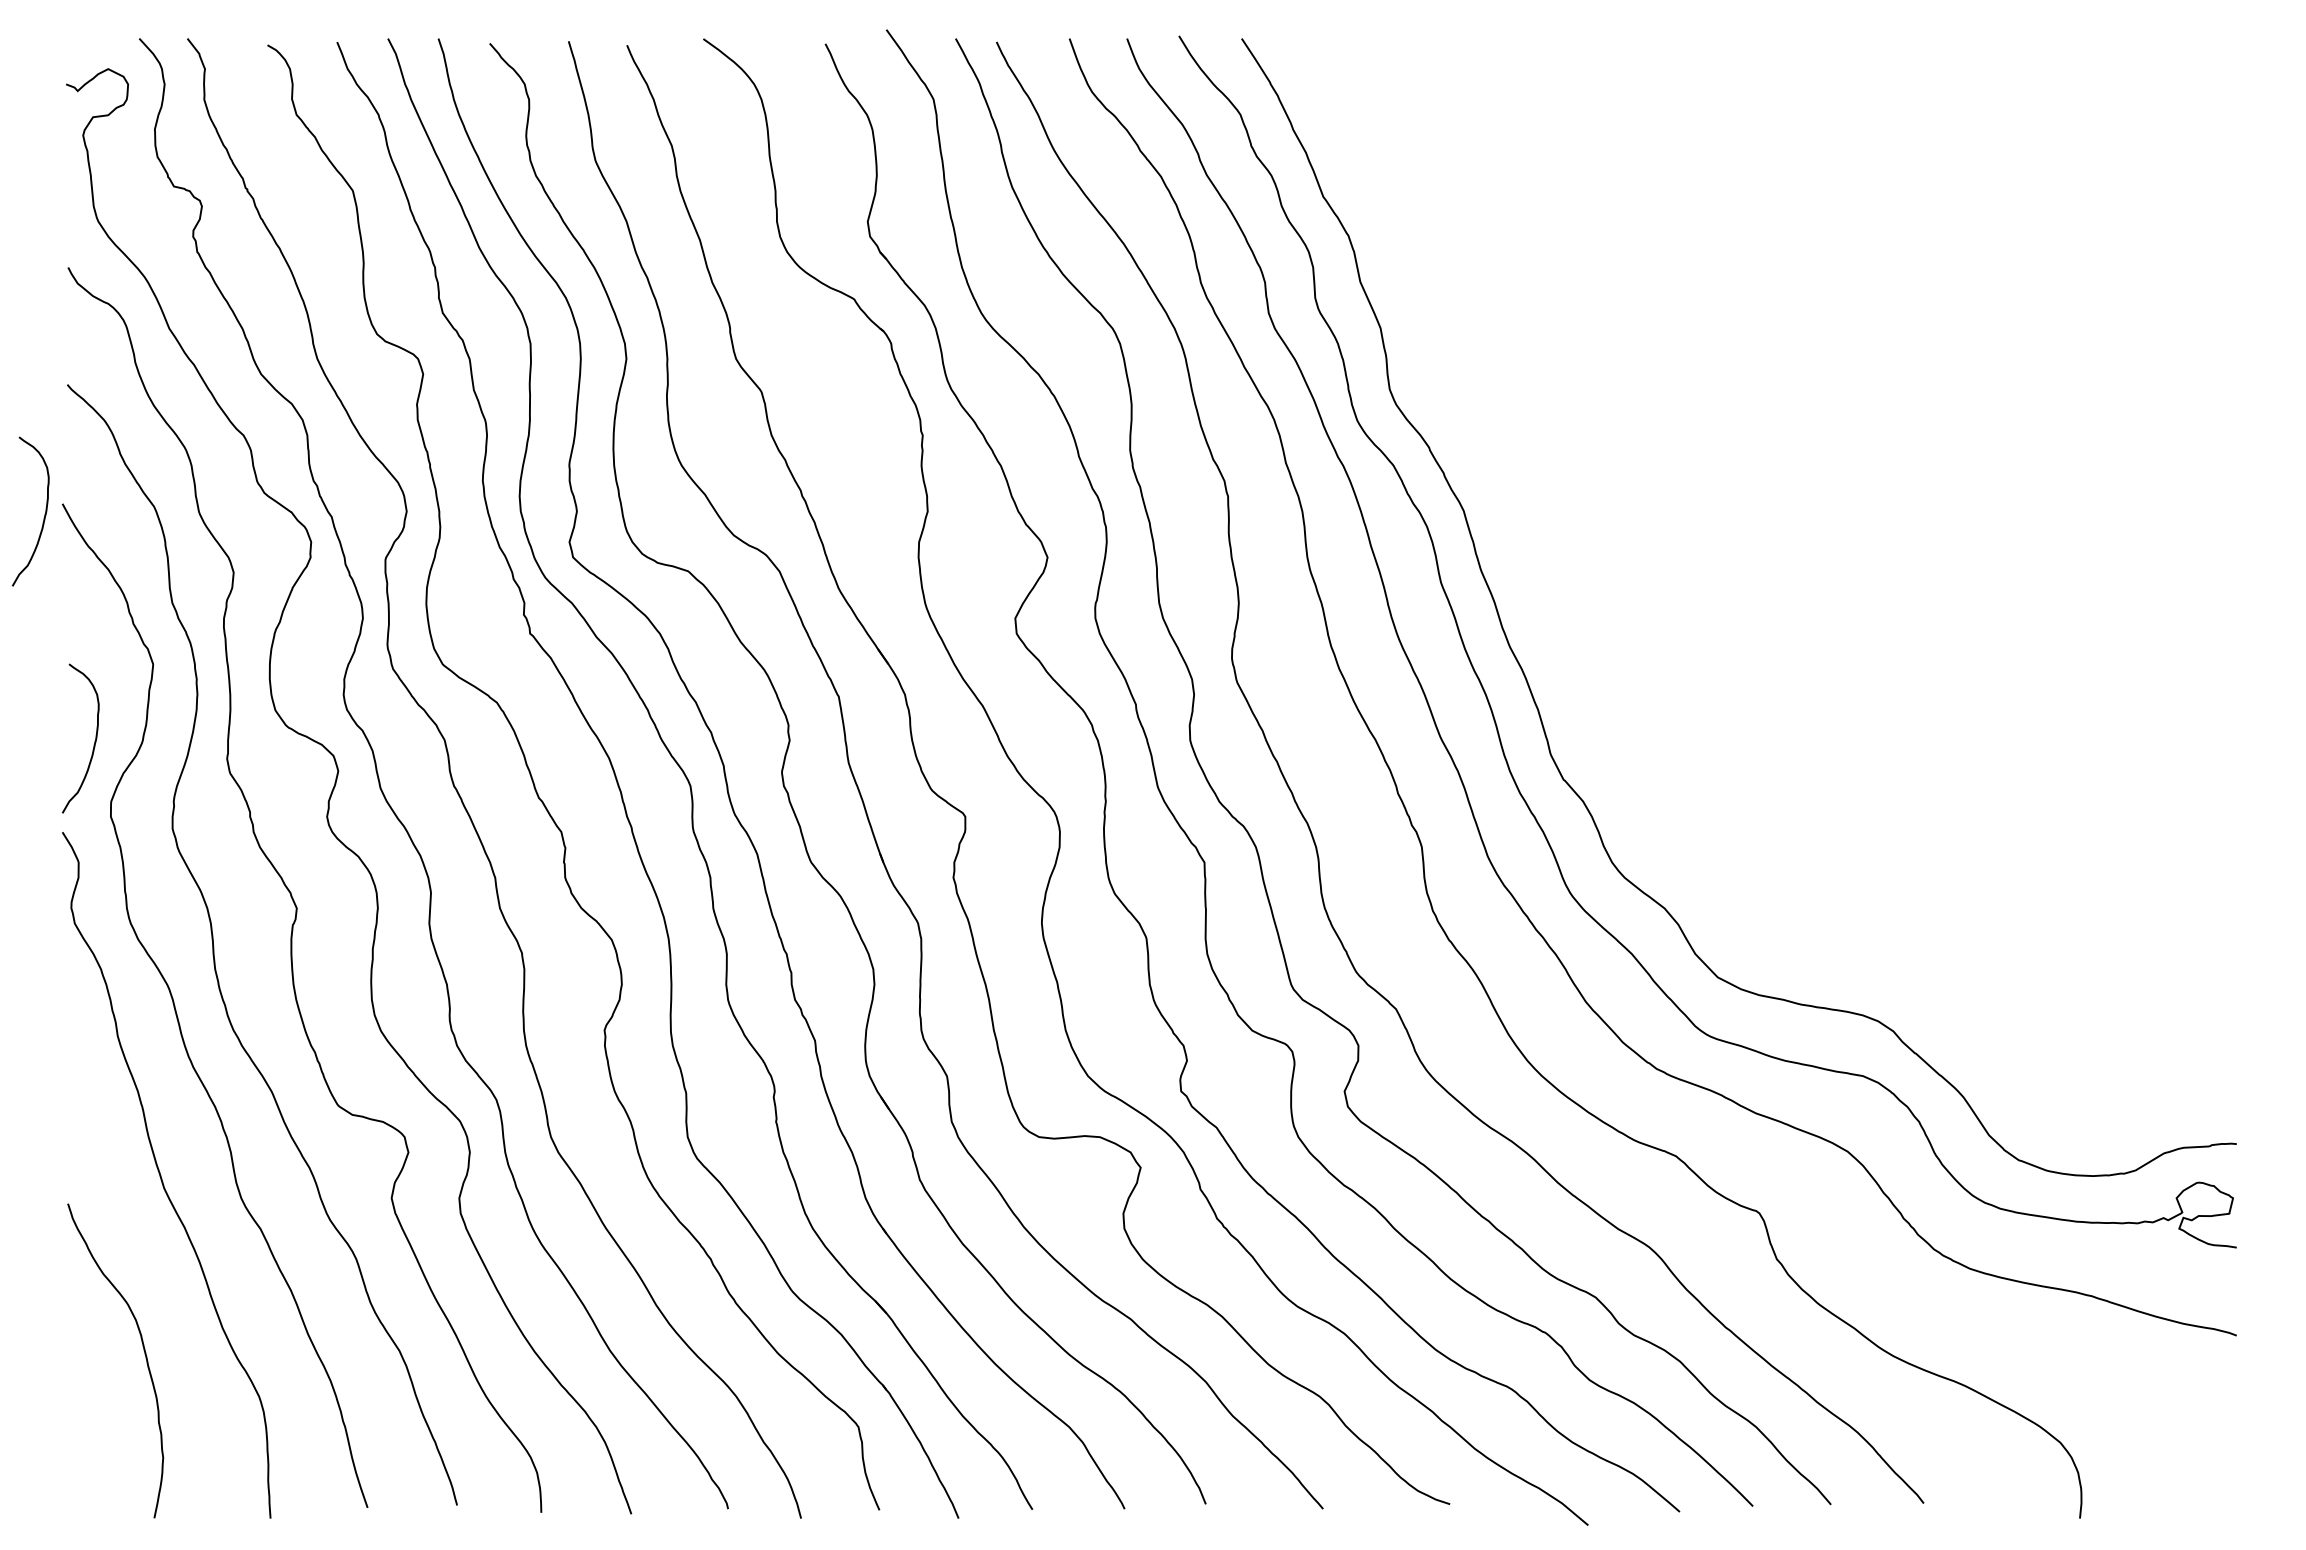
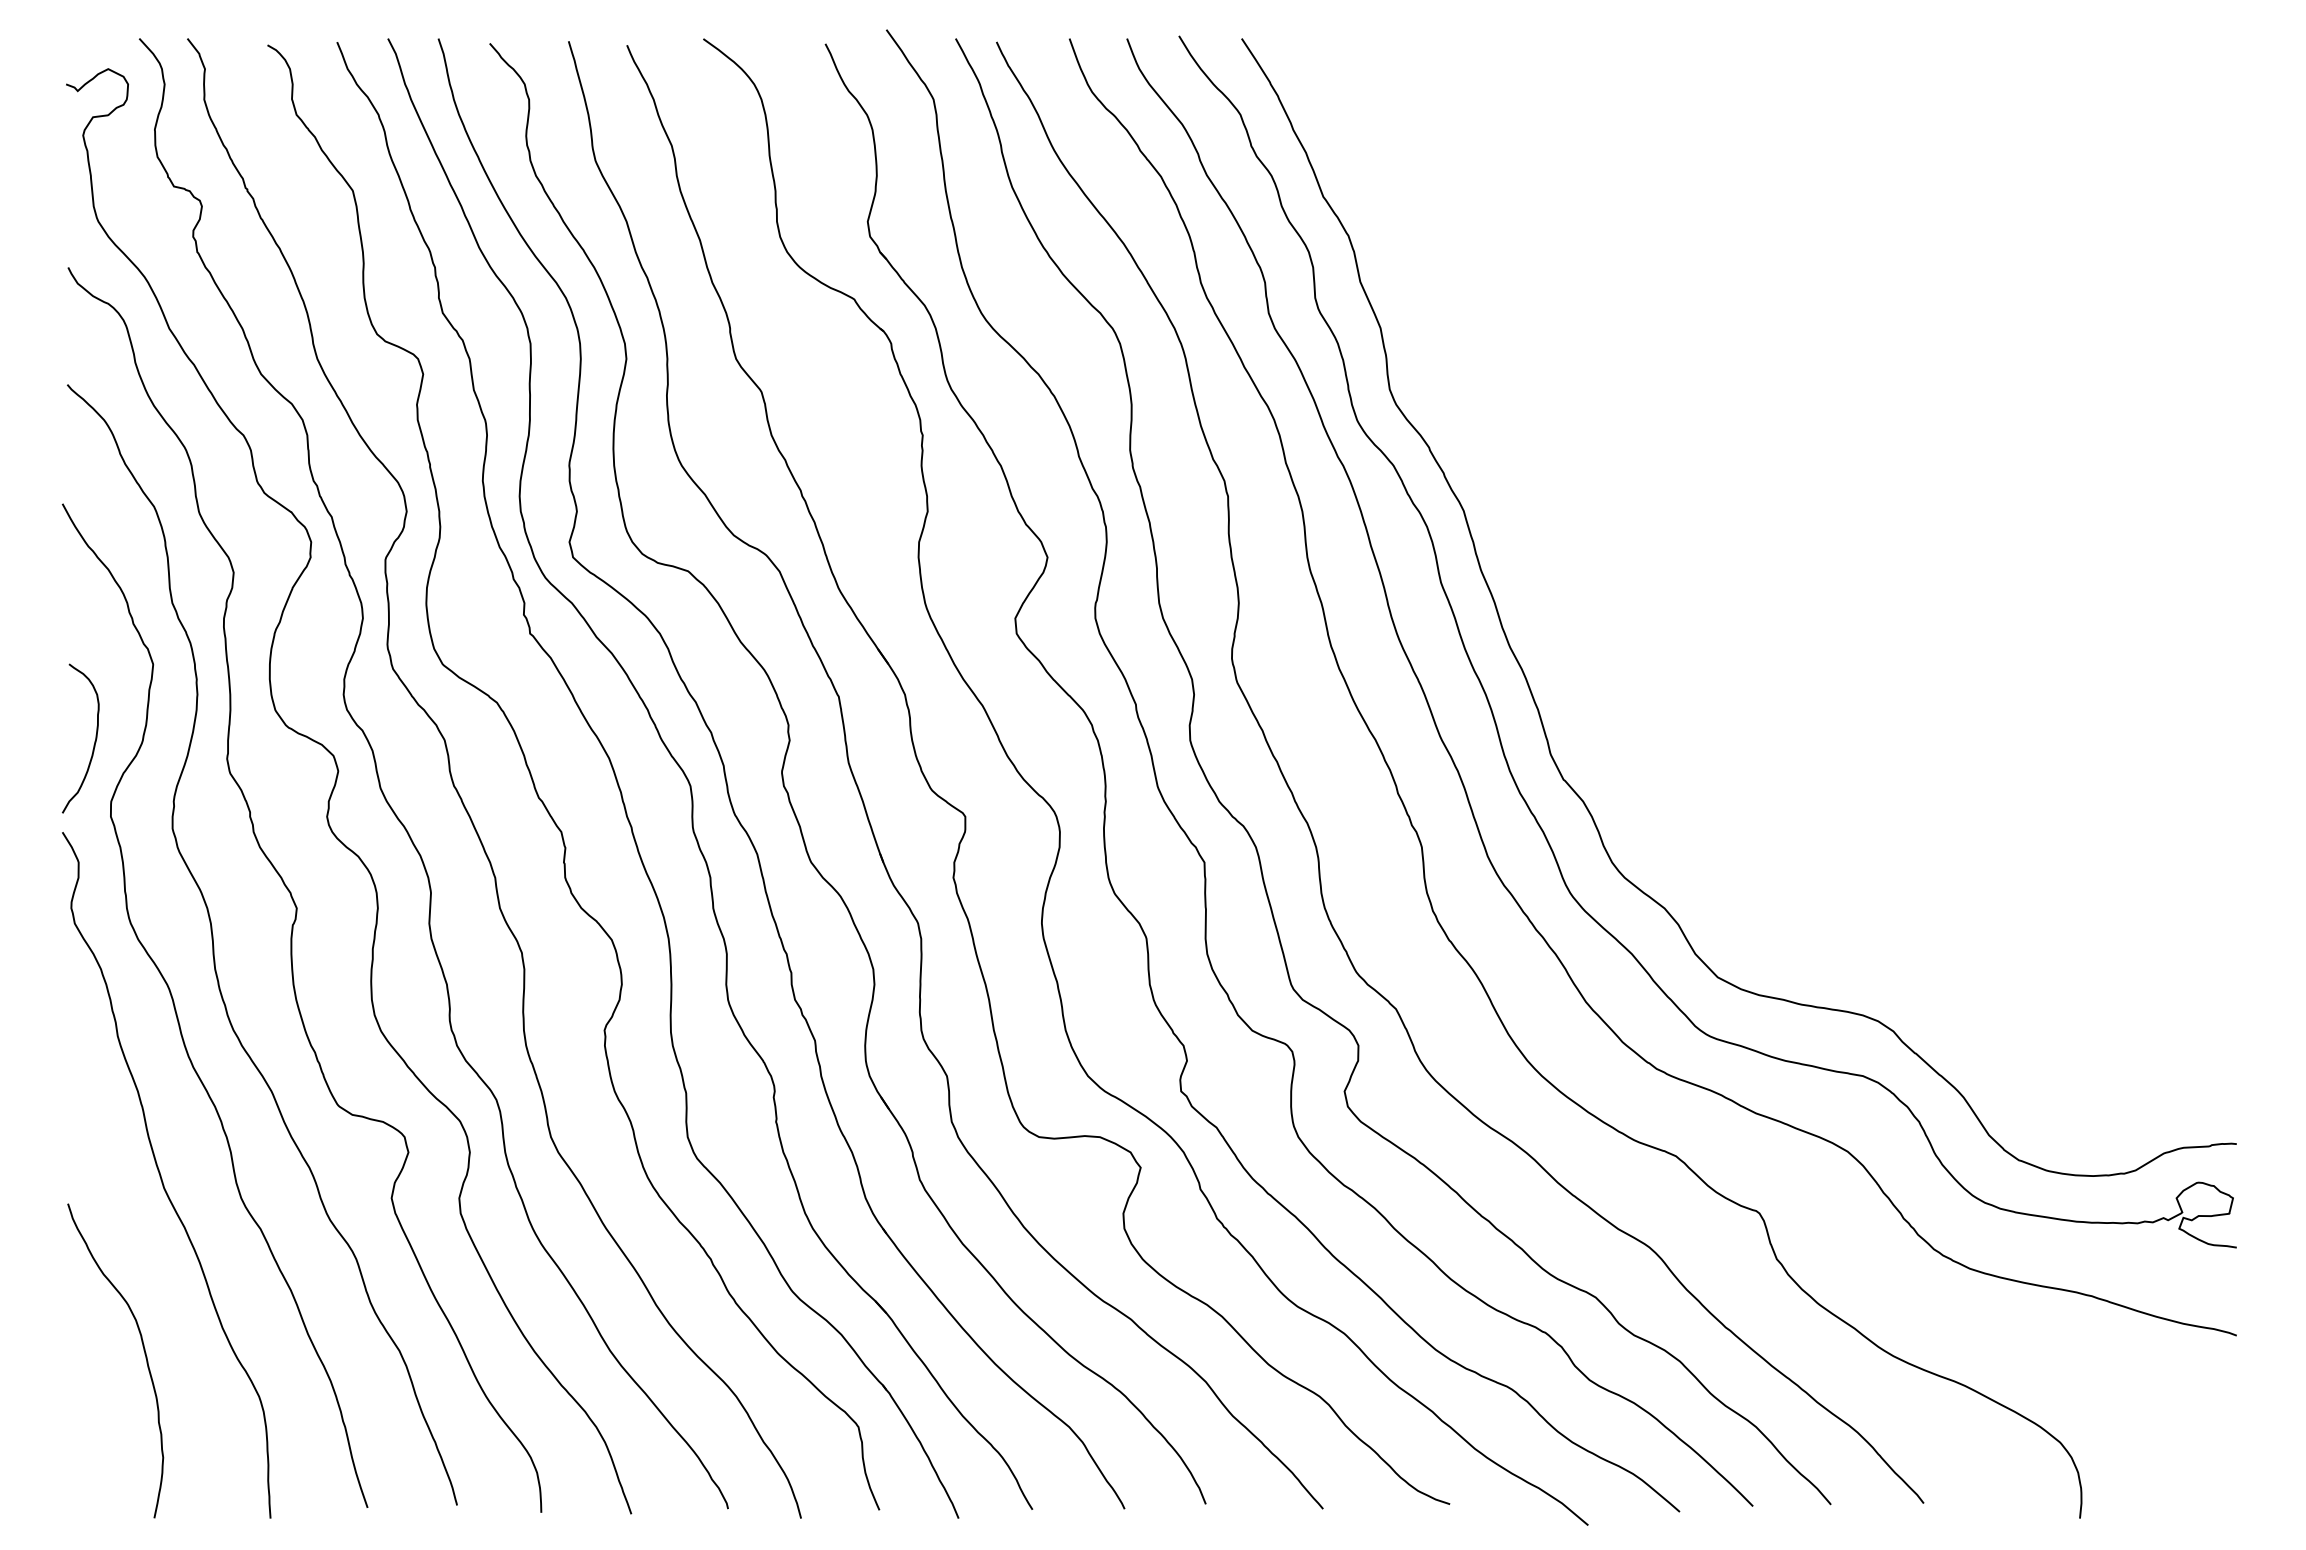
curve at (44, 514): present -> none
